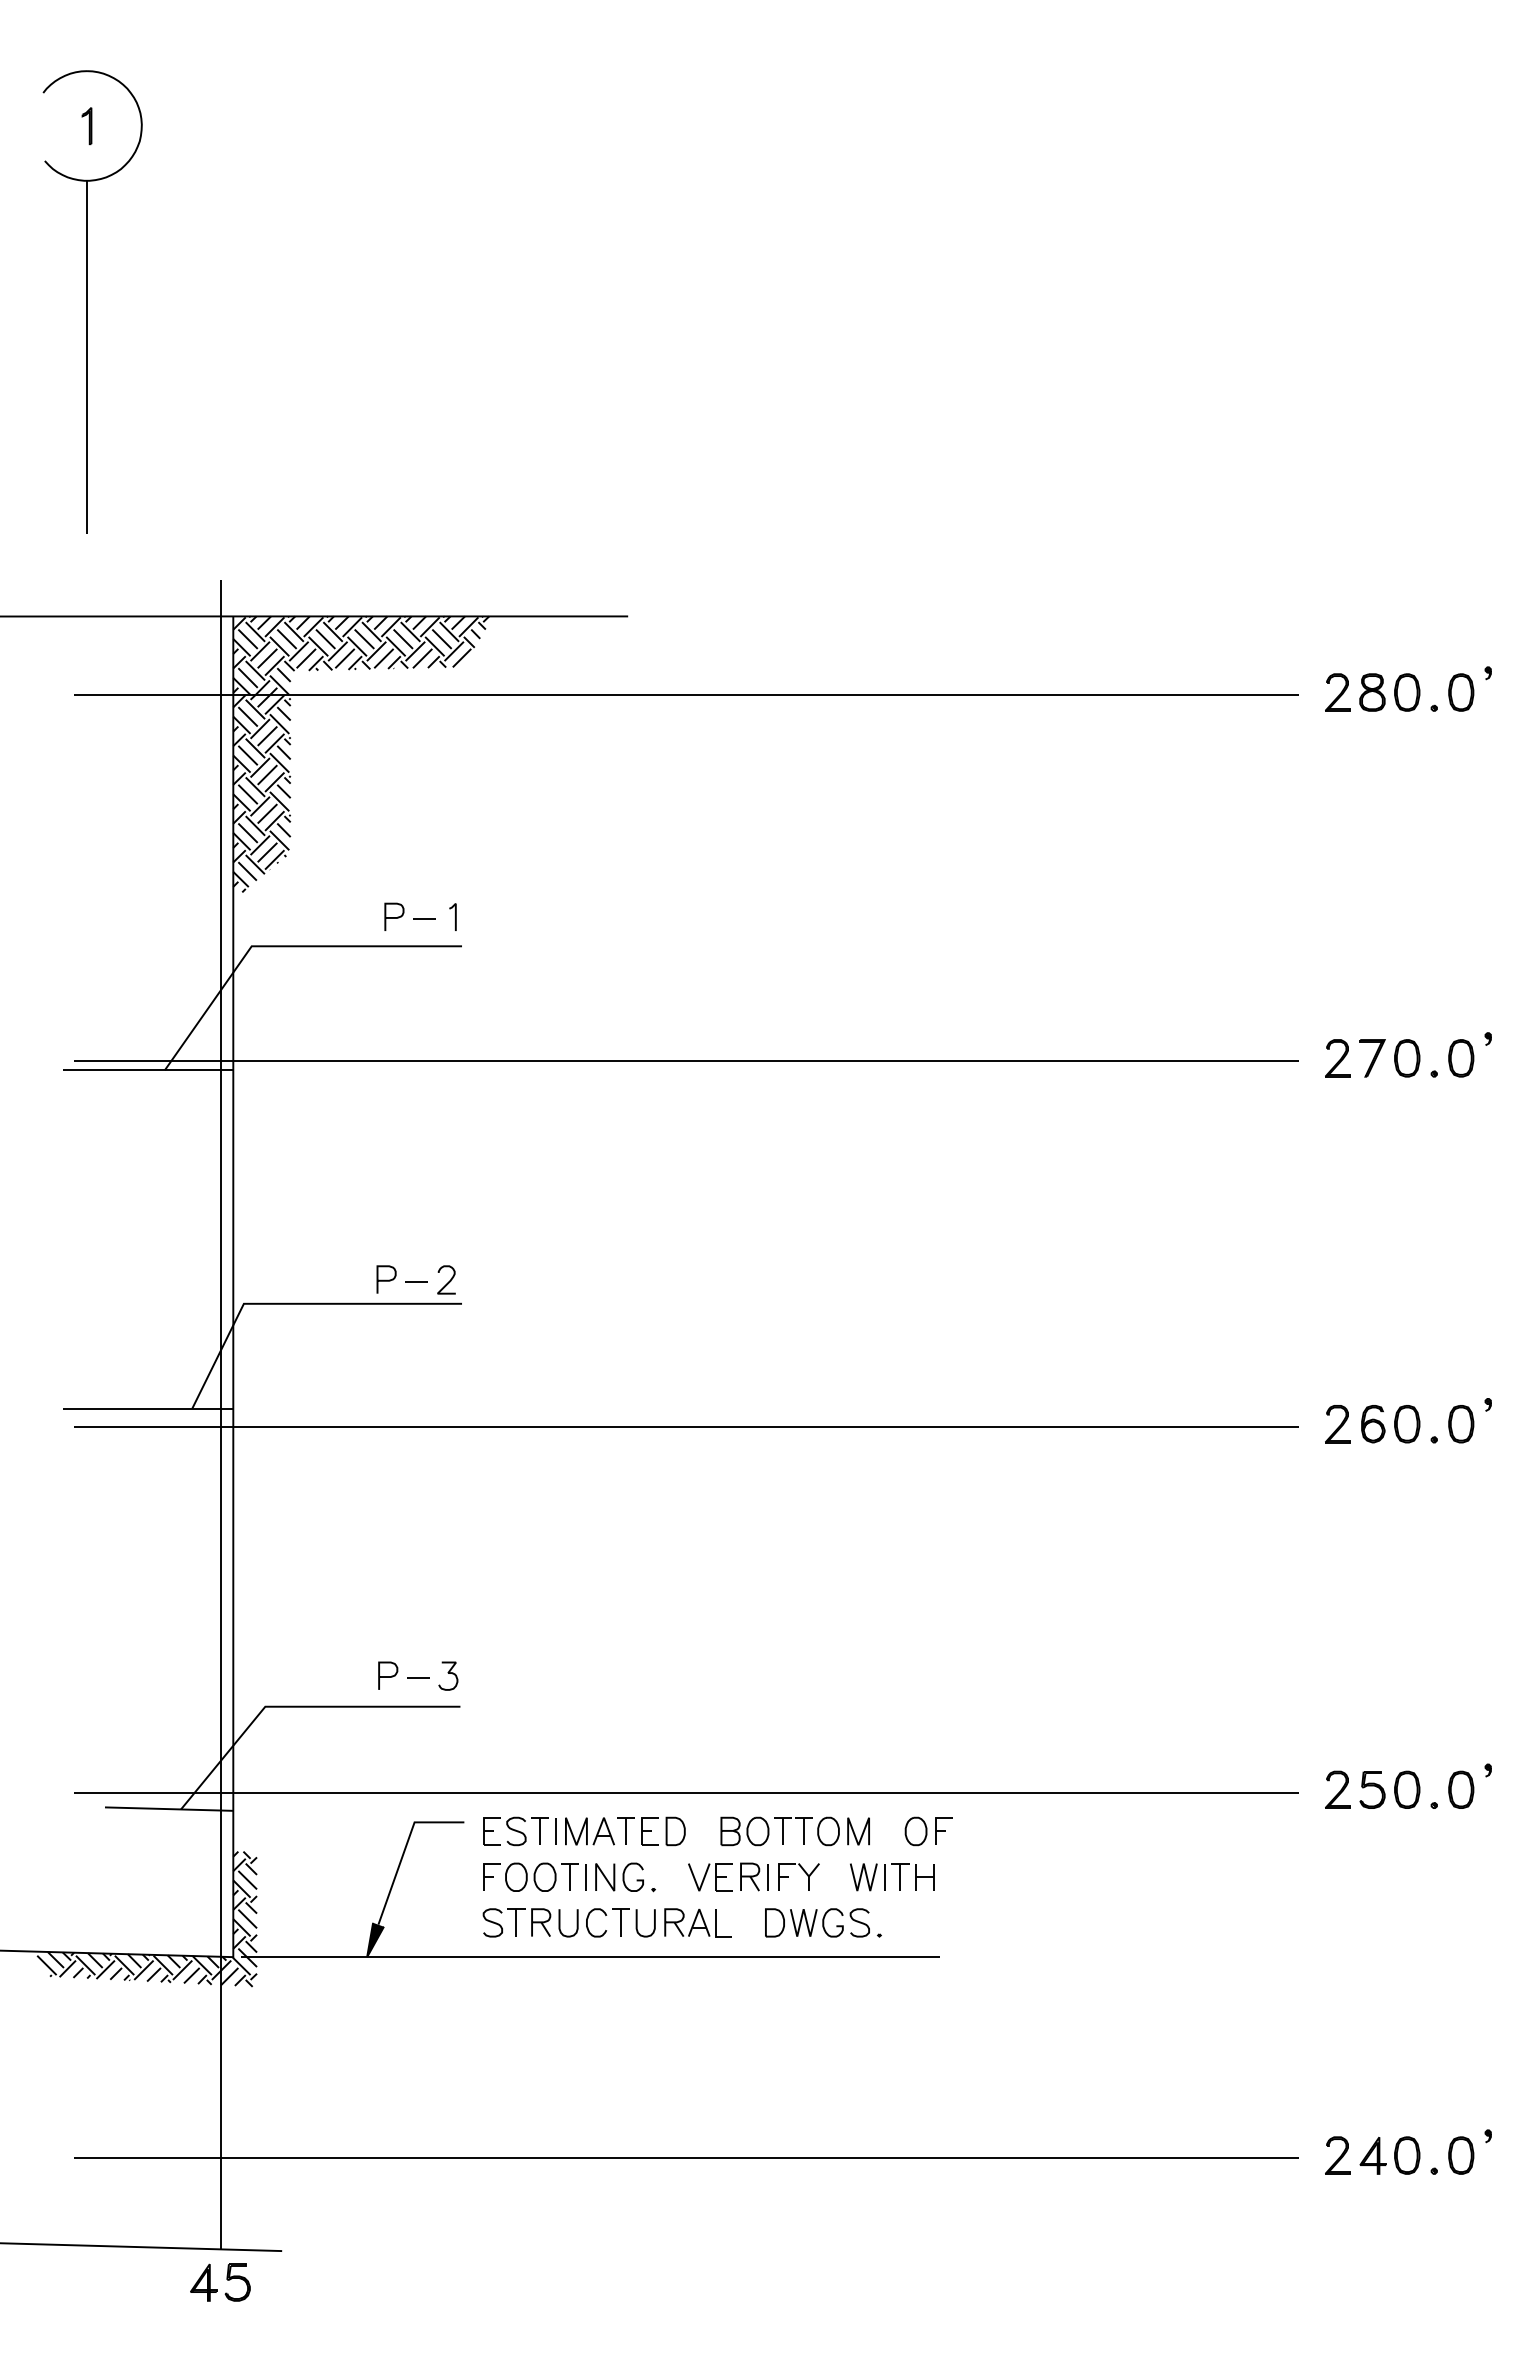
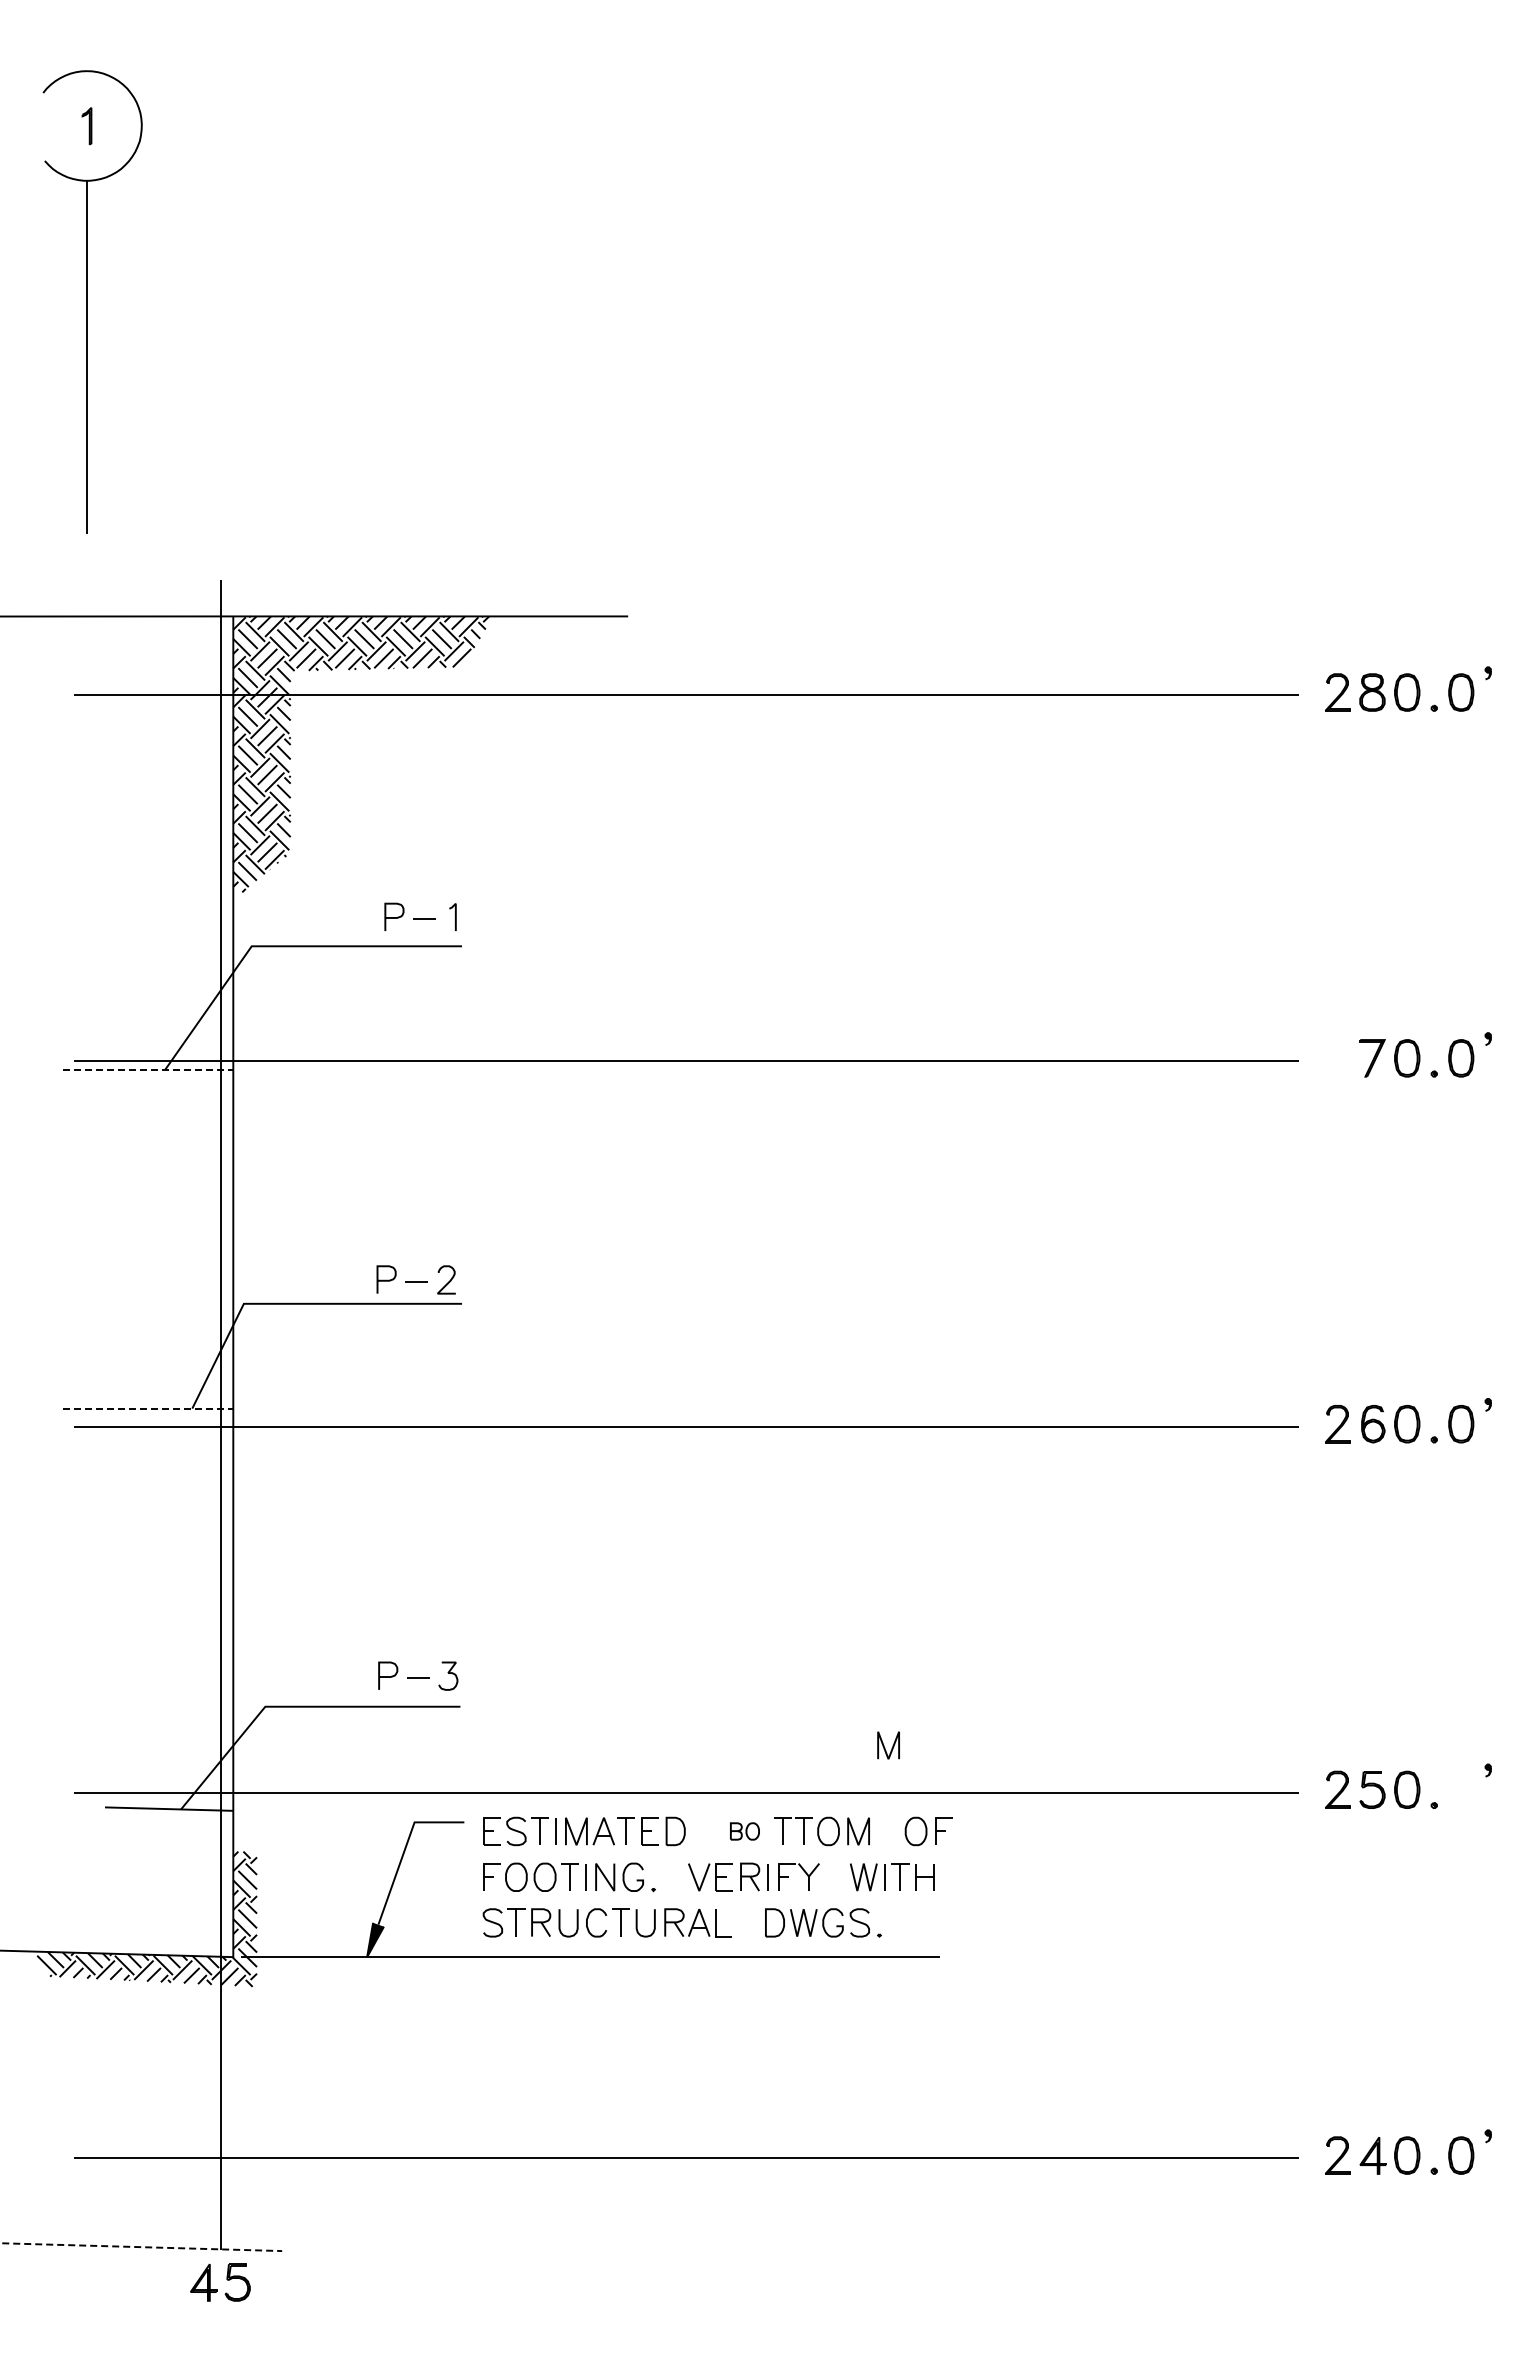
part at (1337, 1058): present -> none
line at (148, 1070): solid -> dashed
line at (148, 1408): solid -> dashed
line at (885, 1747): none -> present
part at (1461, 1789): present -> none
part at (744, 1831) size: 50x31 px -> 30x19 px
line at (141, 2247): solid -> dashed
